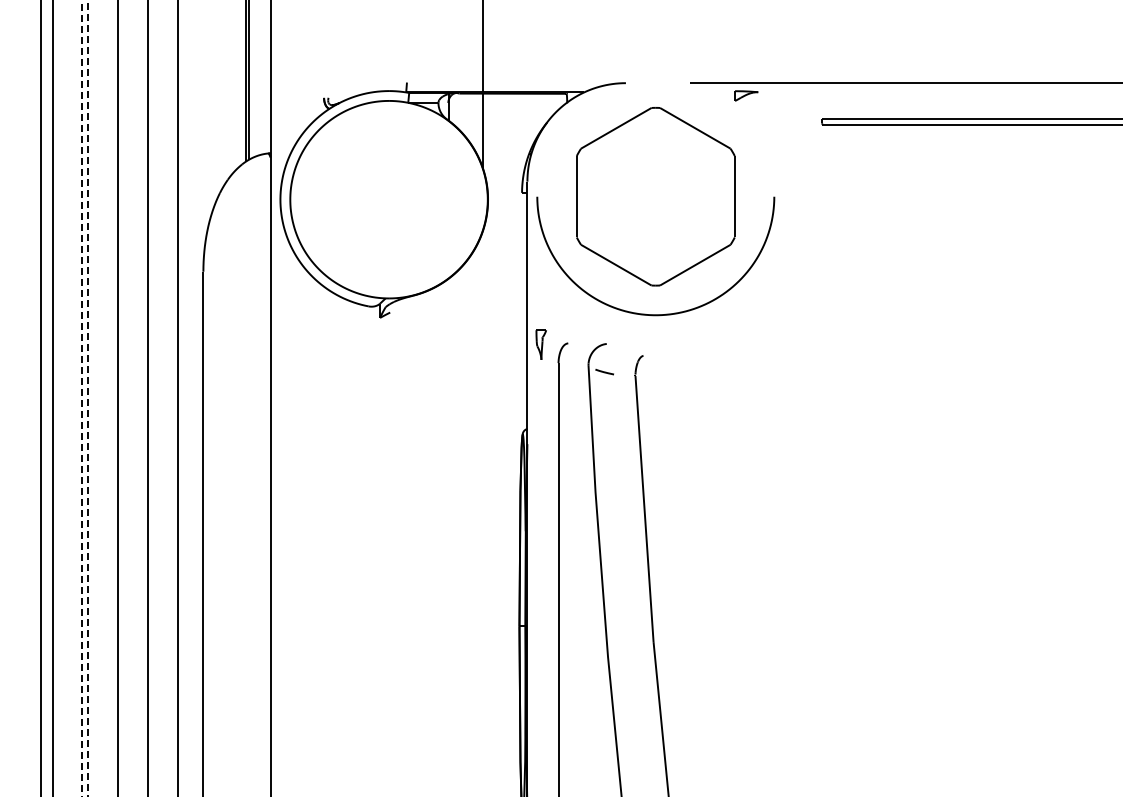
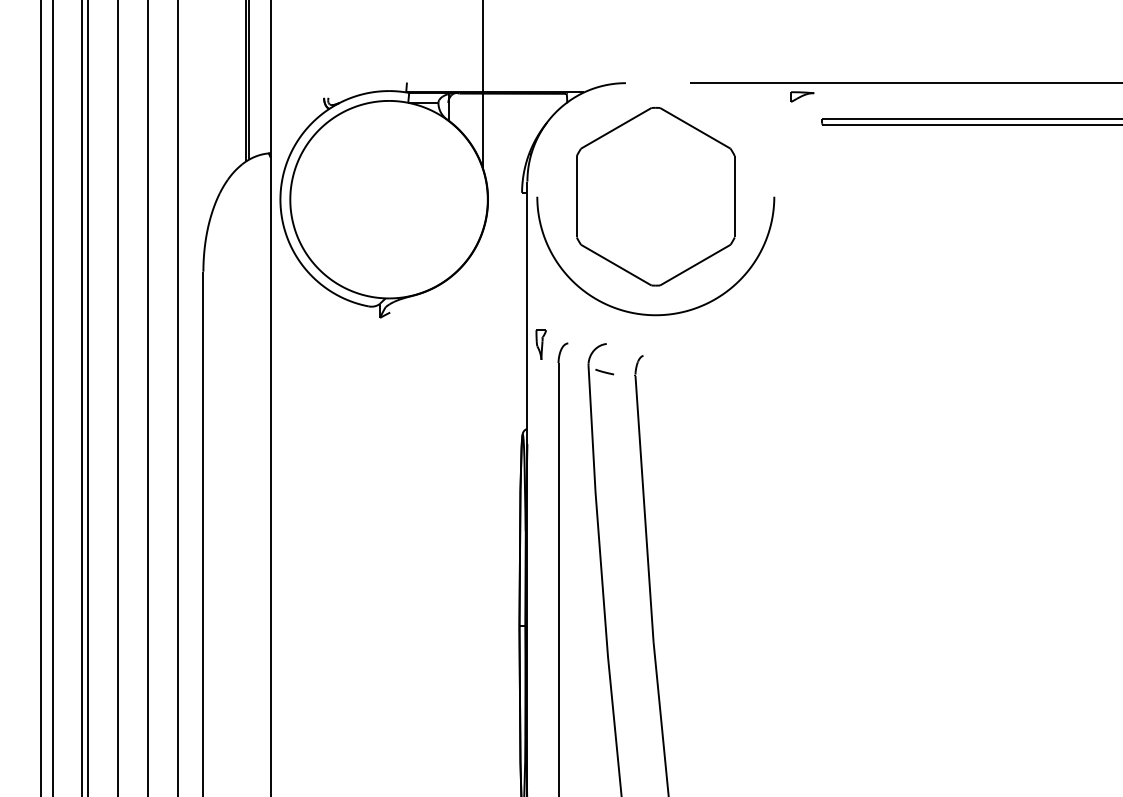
part at (746, 95) position: (746, 95) -> (802, 96)
line at (82, 398): dashed -> solid
line at (88, 398): dashed -> solid
